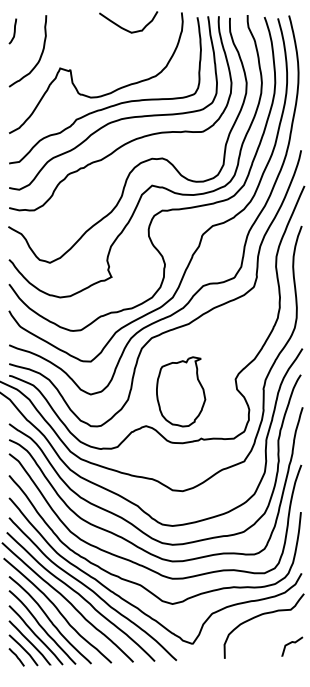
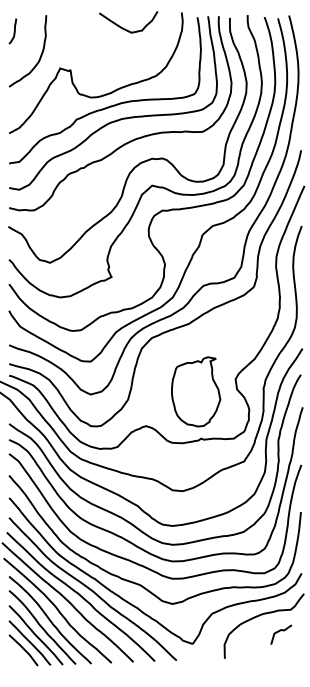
part at (181, 391) position: (181, 391) -> (196, 391)
curve at (291, 643) position: (291, 643) -> (280, 631)
line at (16, 657): present -> none
